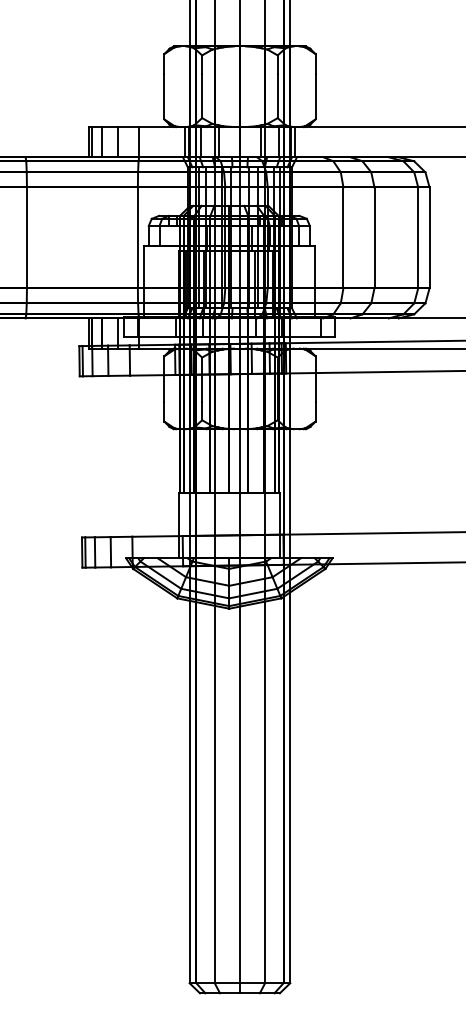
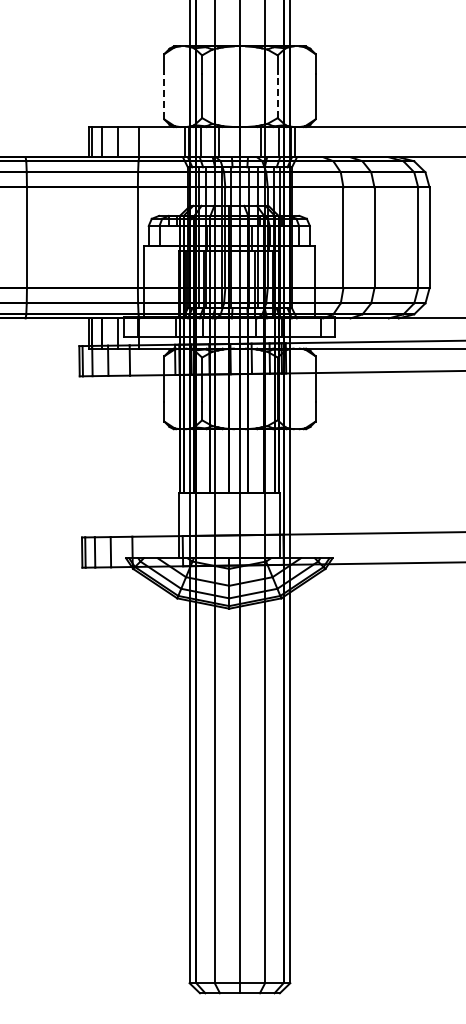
line at (164, 96): solid -> dashed
line at (277, 96): solid -> dashed
